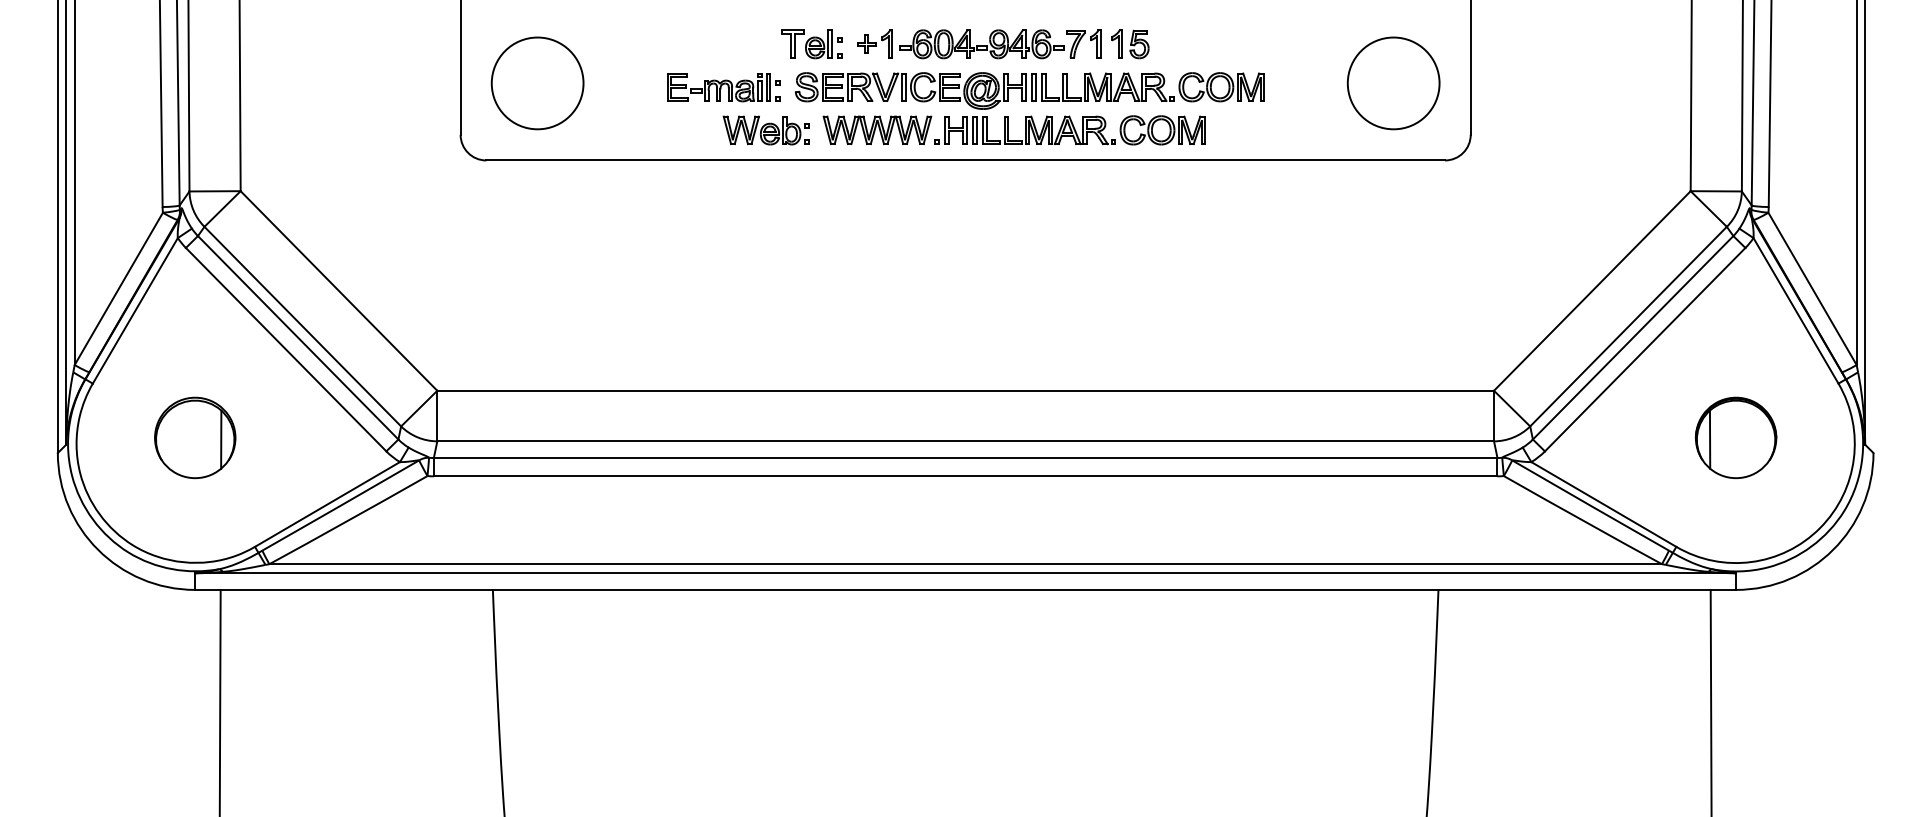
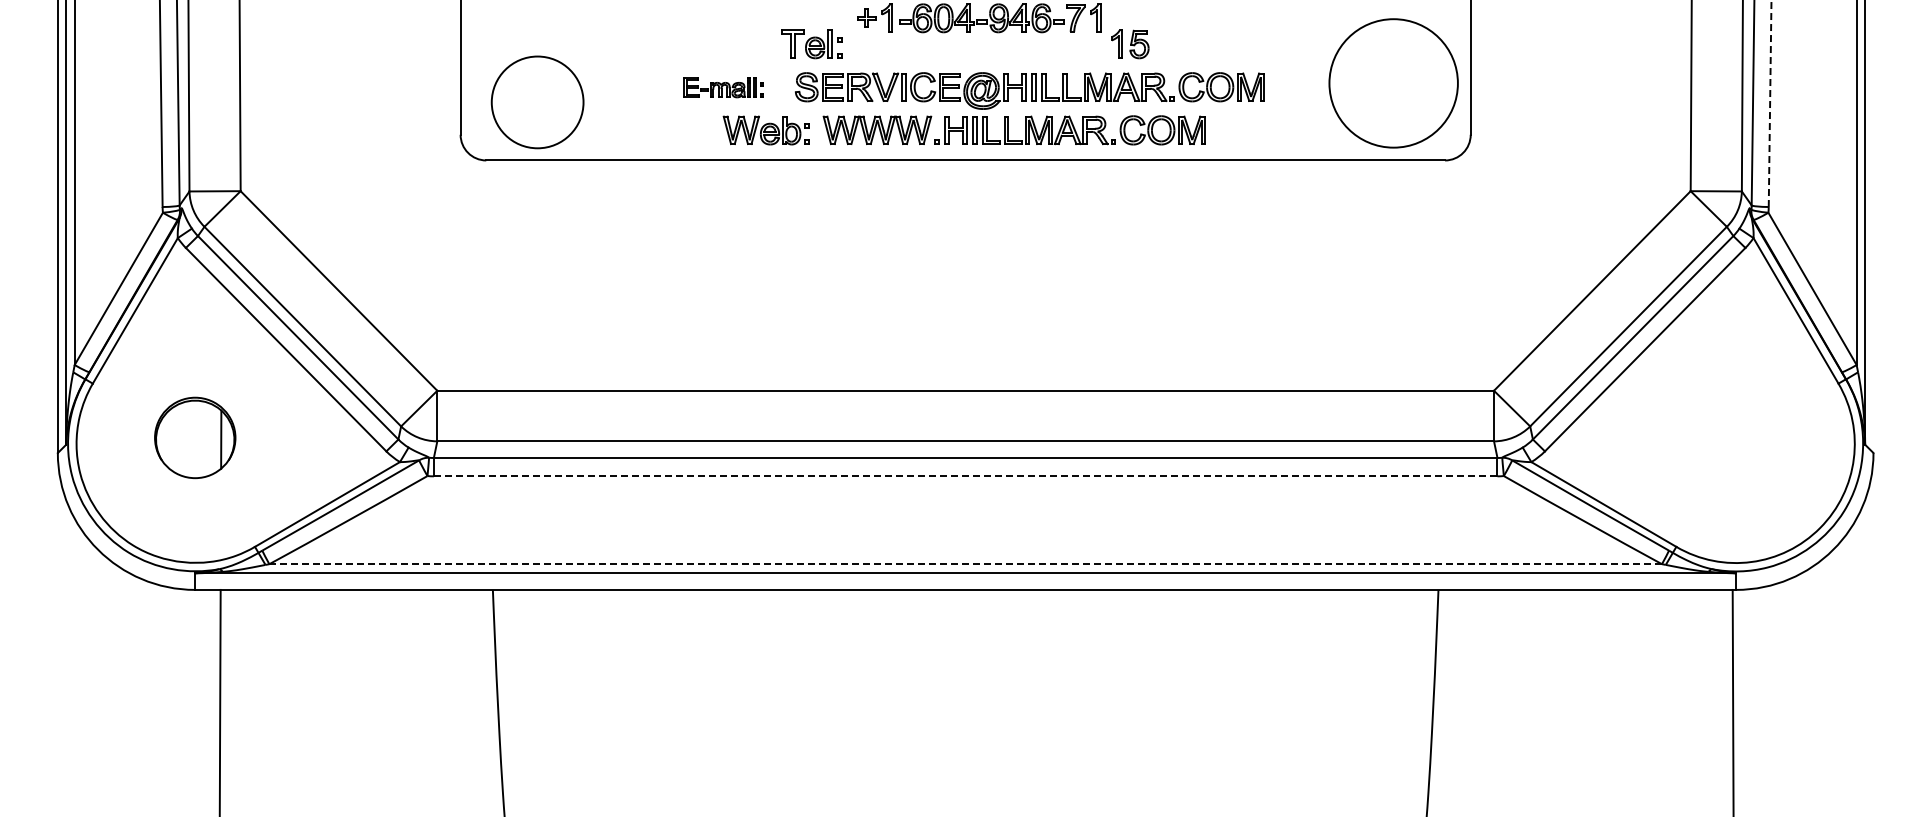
part at (979, 44) position: (979, 44) -> (979, 18)
circle at (537, 83) position: (537, 83) -> (537, 102)
circle at (1393, 83) diameter: 92 px -> 128 px
part at (723, 87) size: 114x30 px -> 81x22 px
line at (1770, 103): solid -> dashed
part at (1735, 437): present -> none
line at (965, 476): solid -> dashed
line at (965, 564): solid -> dashed
line at (1710, 701) position: (1710, 701) -> (1732, 701)
